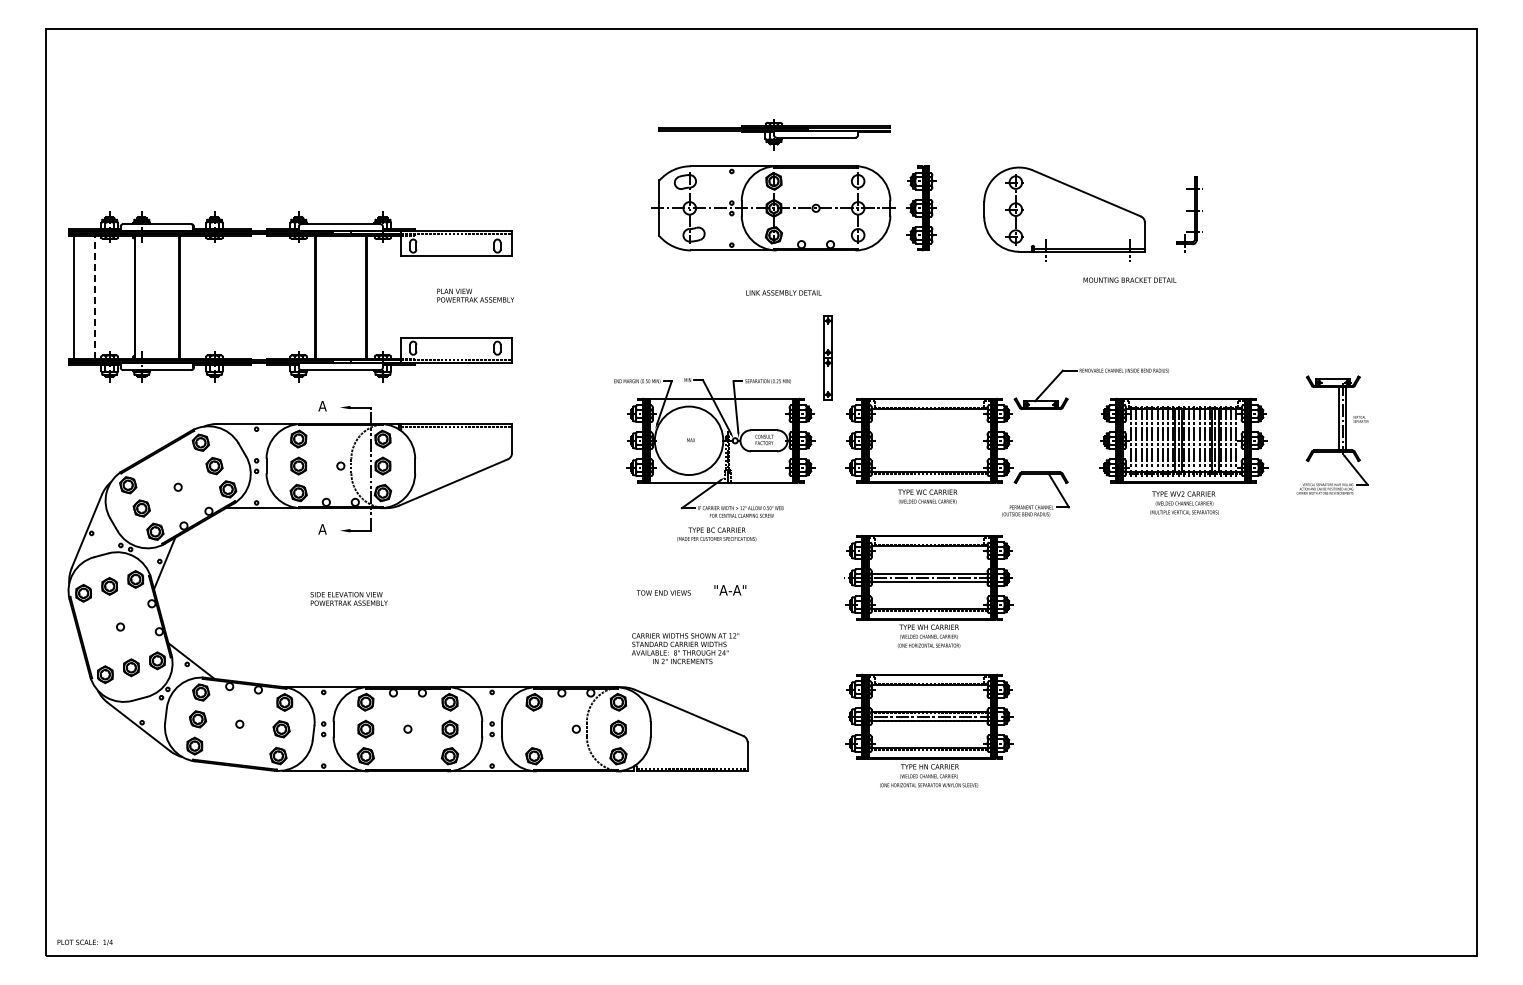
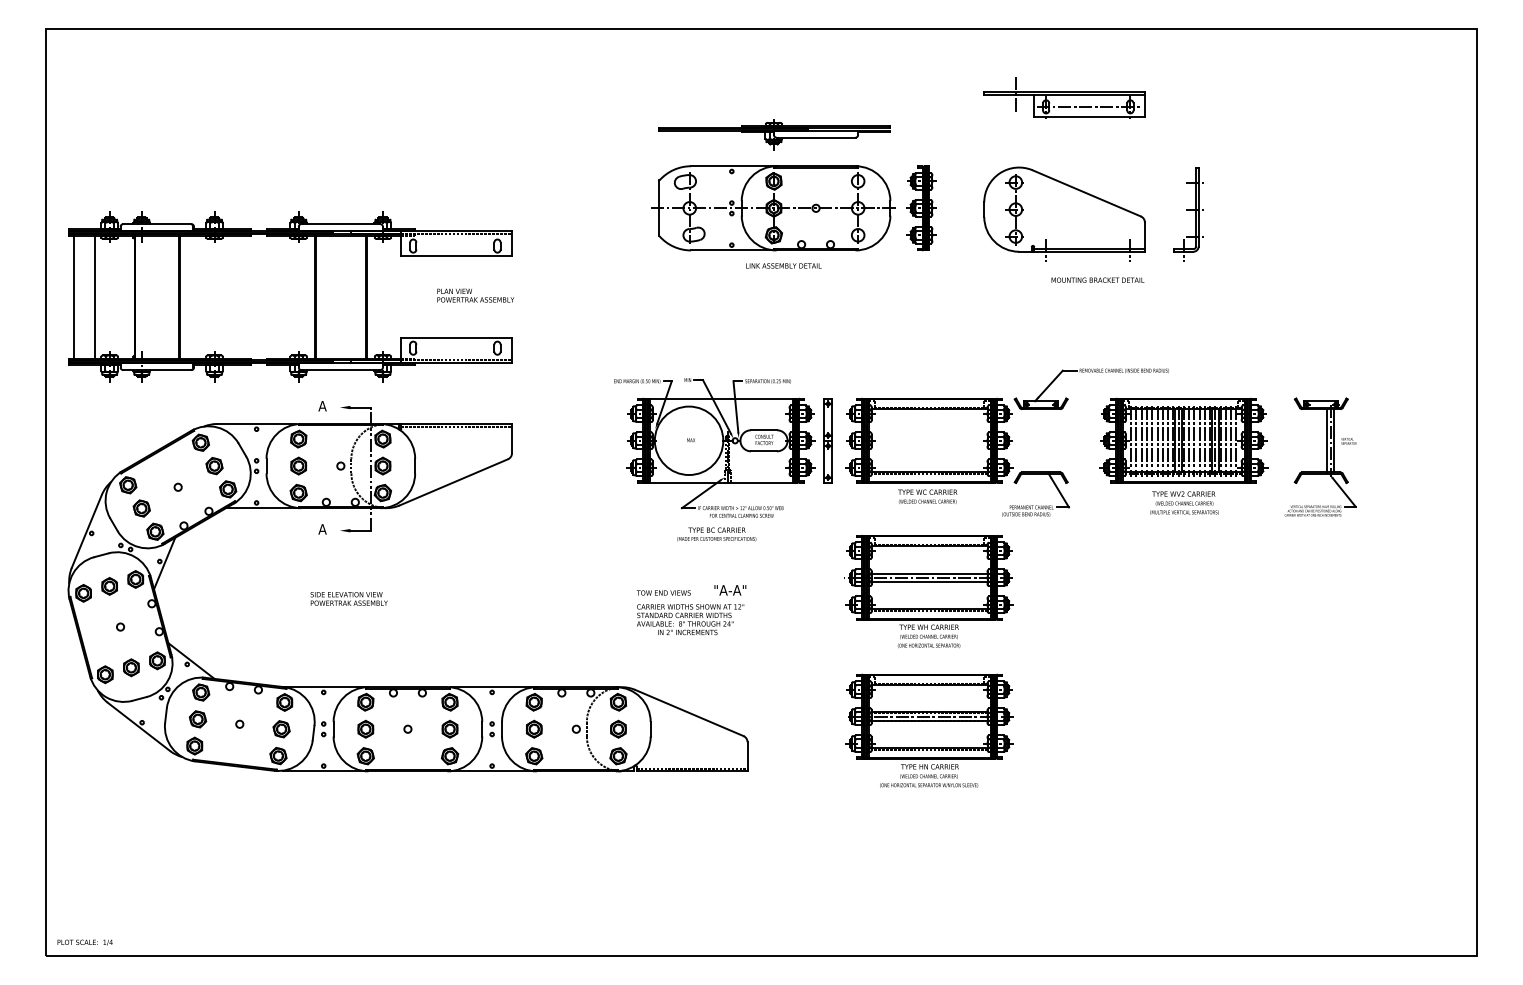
part at (1064, 97): none -> present
part at (1189, 214) size: 27x77 px -> 31x95 px
text at (1129, 279) position: (1129, 279) -> (1097, 279)
text at (783, 292) position: (783, 292) -> (783, 265)
line at (94, 296): dashed -> solid
part at (827, 357) position: (827, 357) -> (827, 440)
part at (1332, 434) position: (1332, 434) -> (1320, 456)
text at (685, 648) position: (685, 648) -> (690, 619)
part at (534, 728): none -> present
